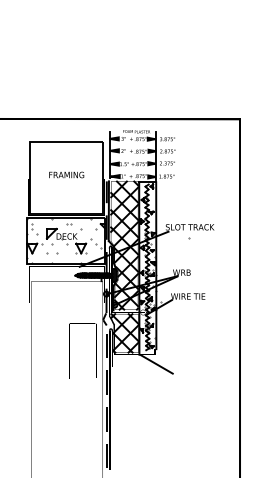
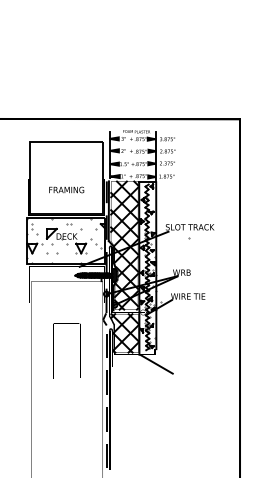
text at (66, 174) position: (66, 174) -> (66, 189)
part at (69, 350) position: (69, 350) -> (53, 350)
